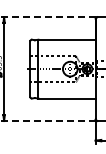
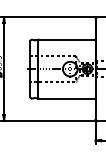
line at (49, 17): dashed -> solid
line at (49, 121): dashed -> solid
